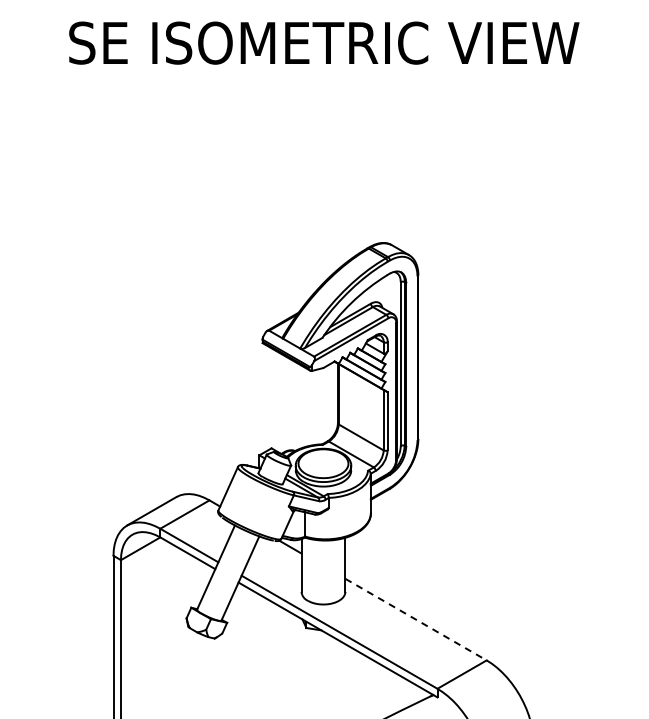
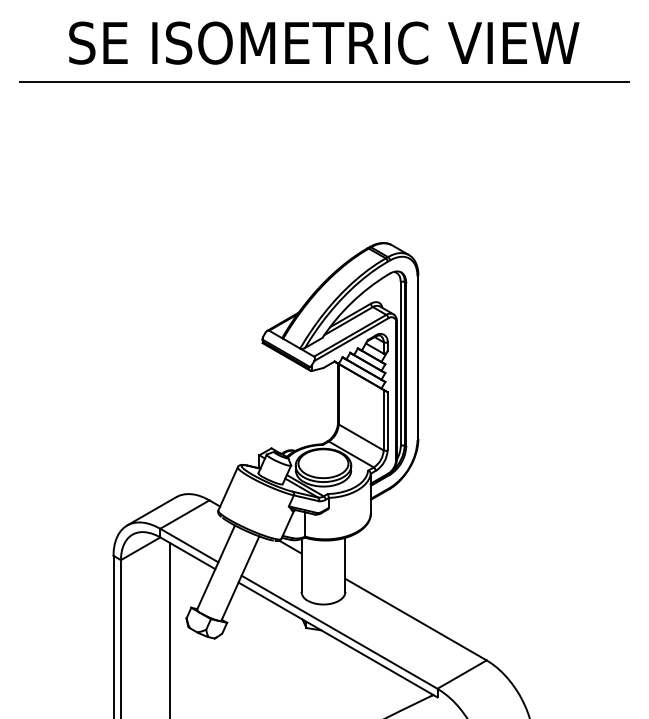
line at (324, 82): none -> present
line at (416, 619): dashed -> solid
line at (170, 629): none -> present
